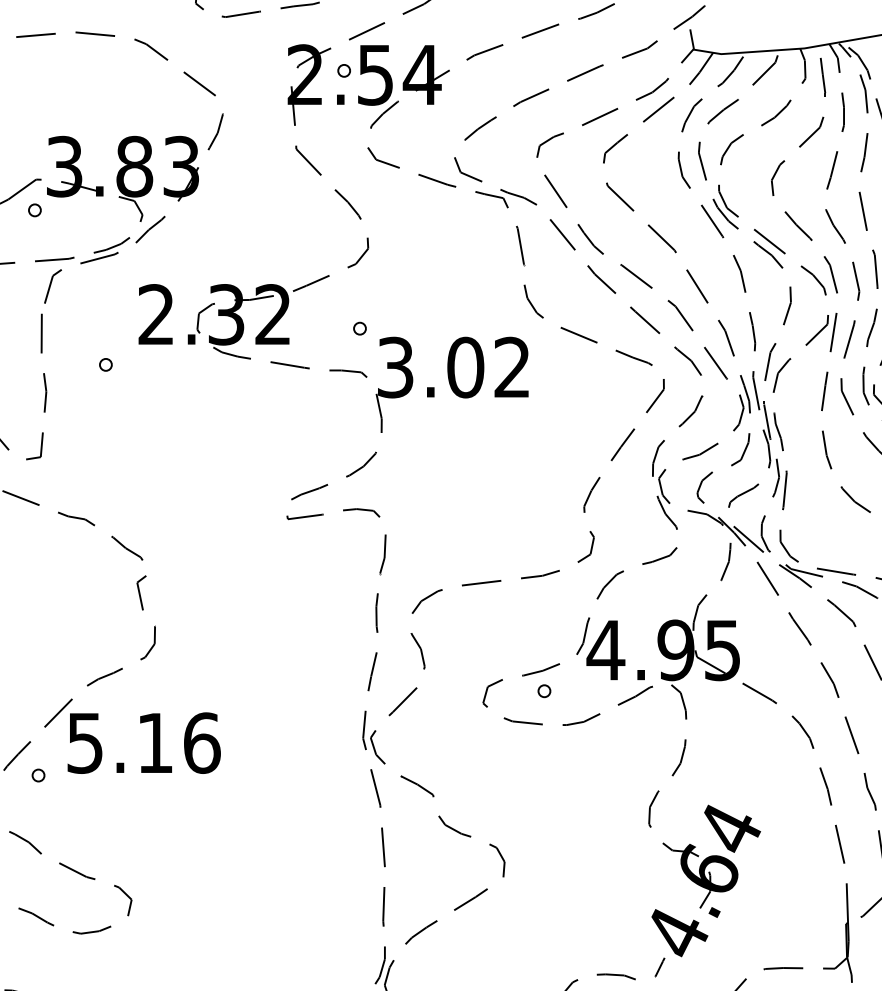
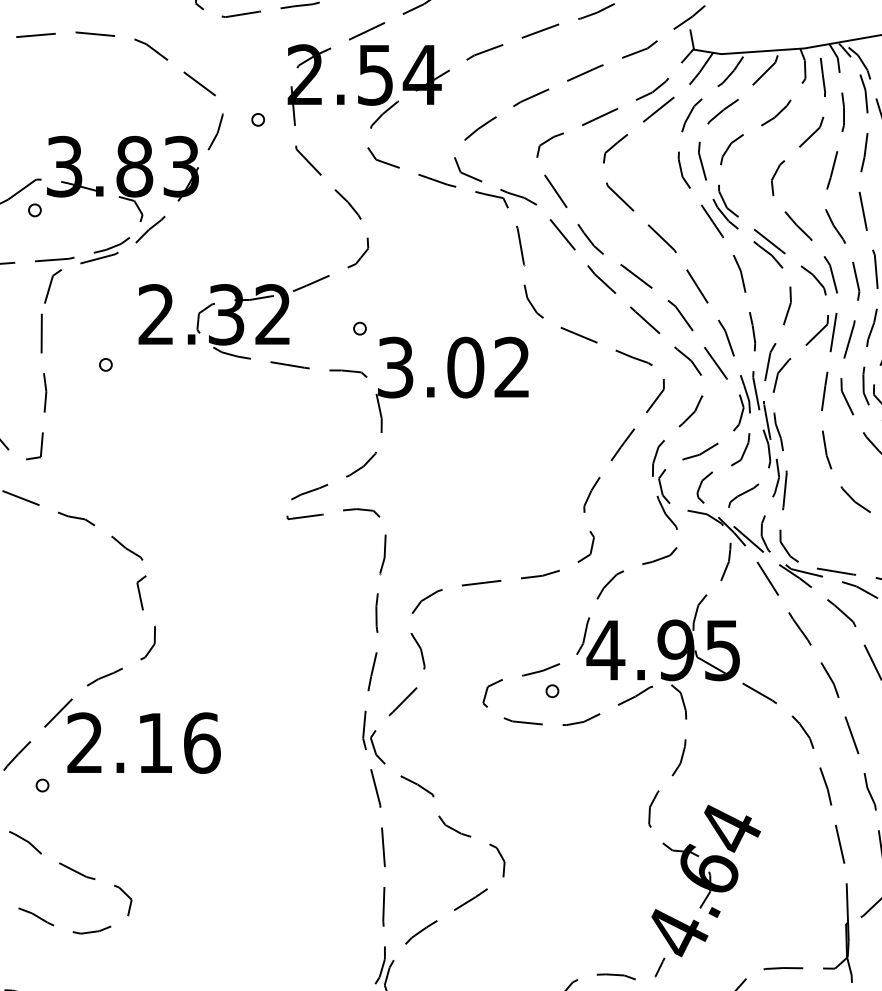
part at (343, 70) position: (343, 70) -> (257, 119)
part at (544, 691) position: (544, 691) -> (552, 691)
text at (84, 742): 5.16 -> 2.16
part at (38, 775) position: (38, 775) -> (42, 785)
